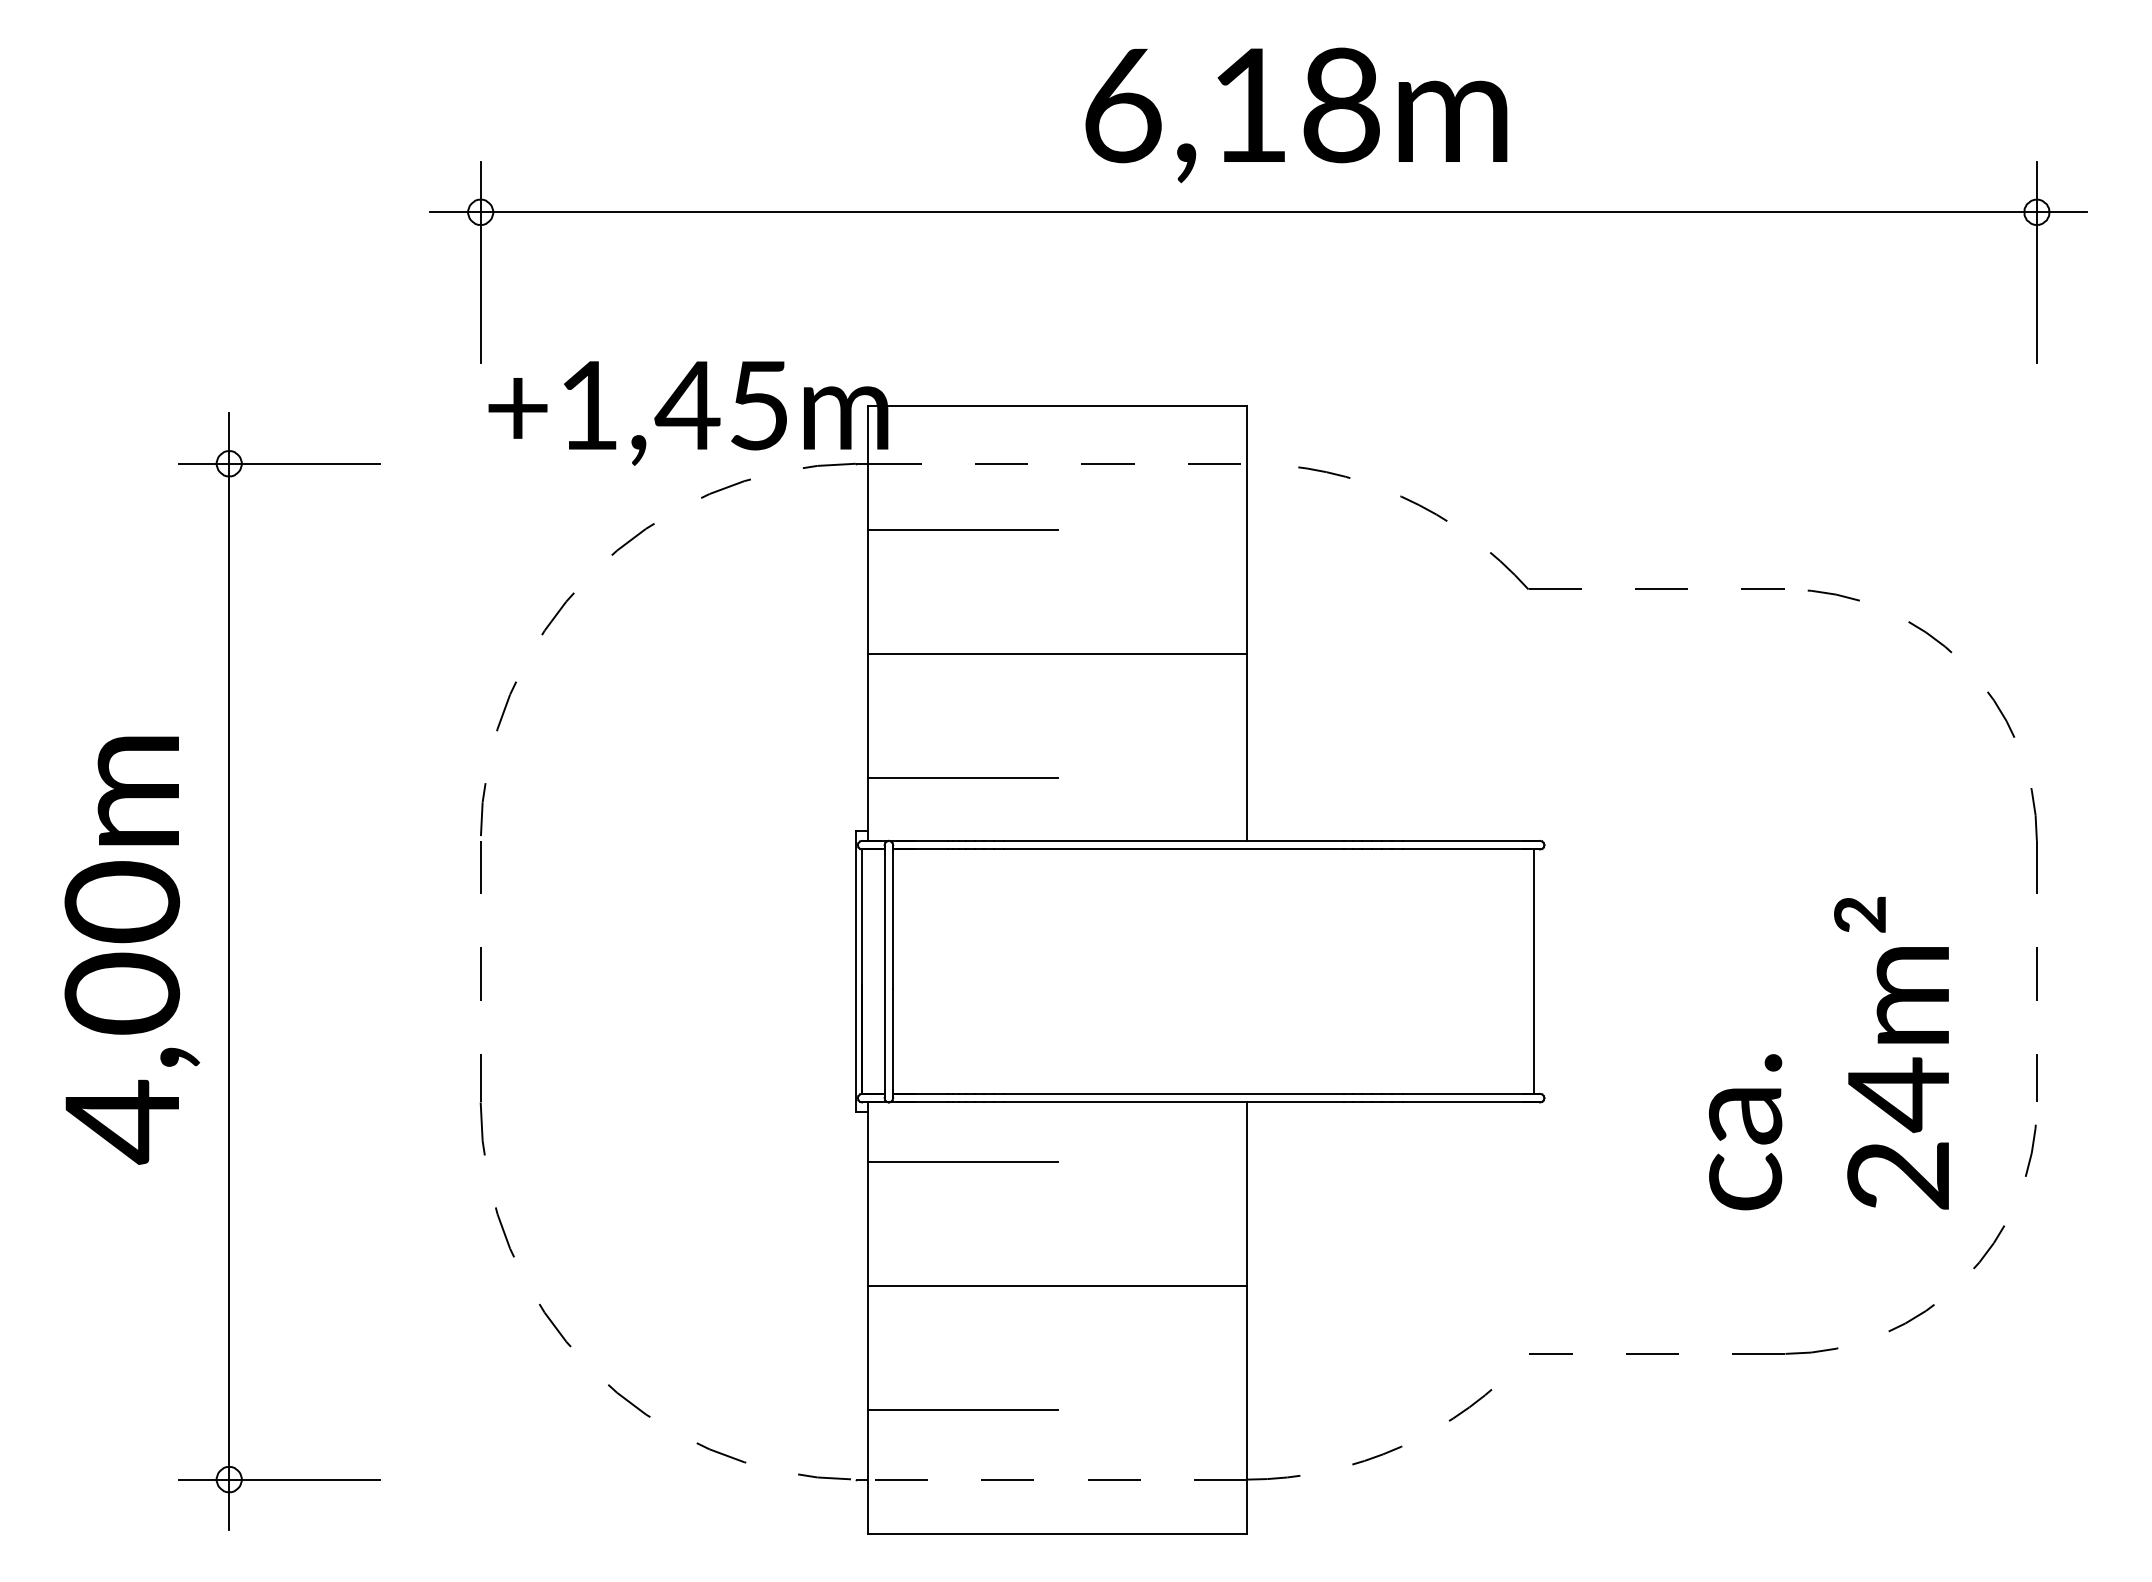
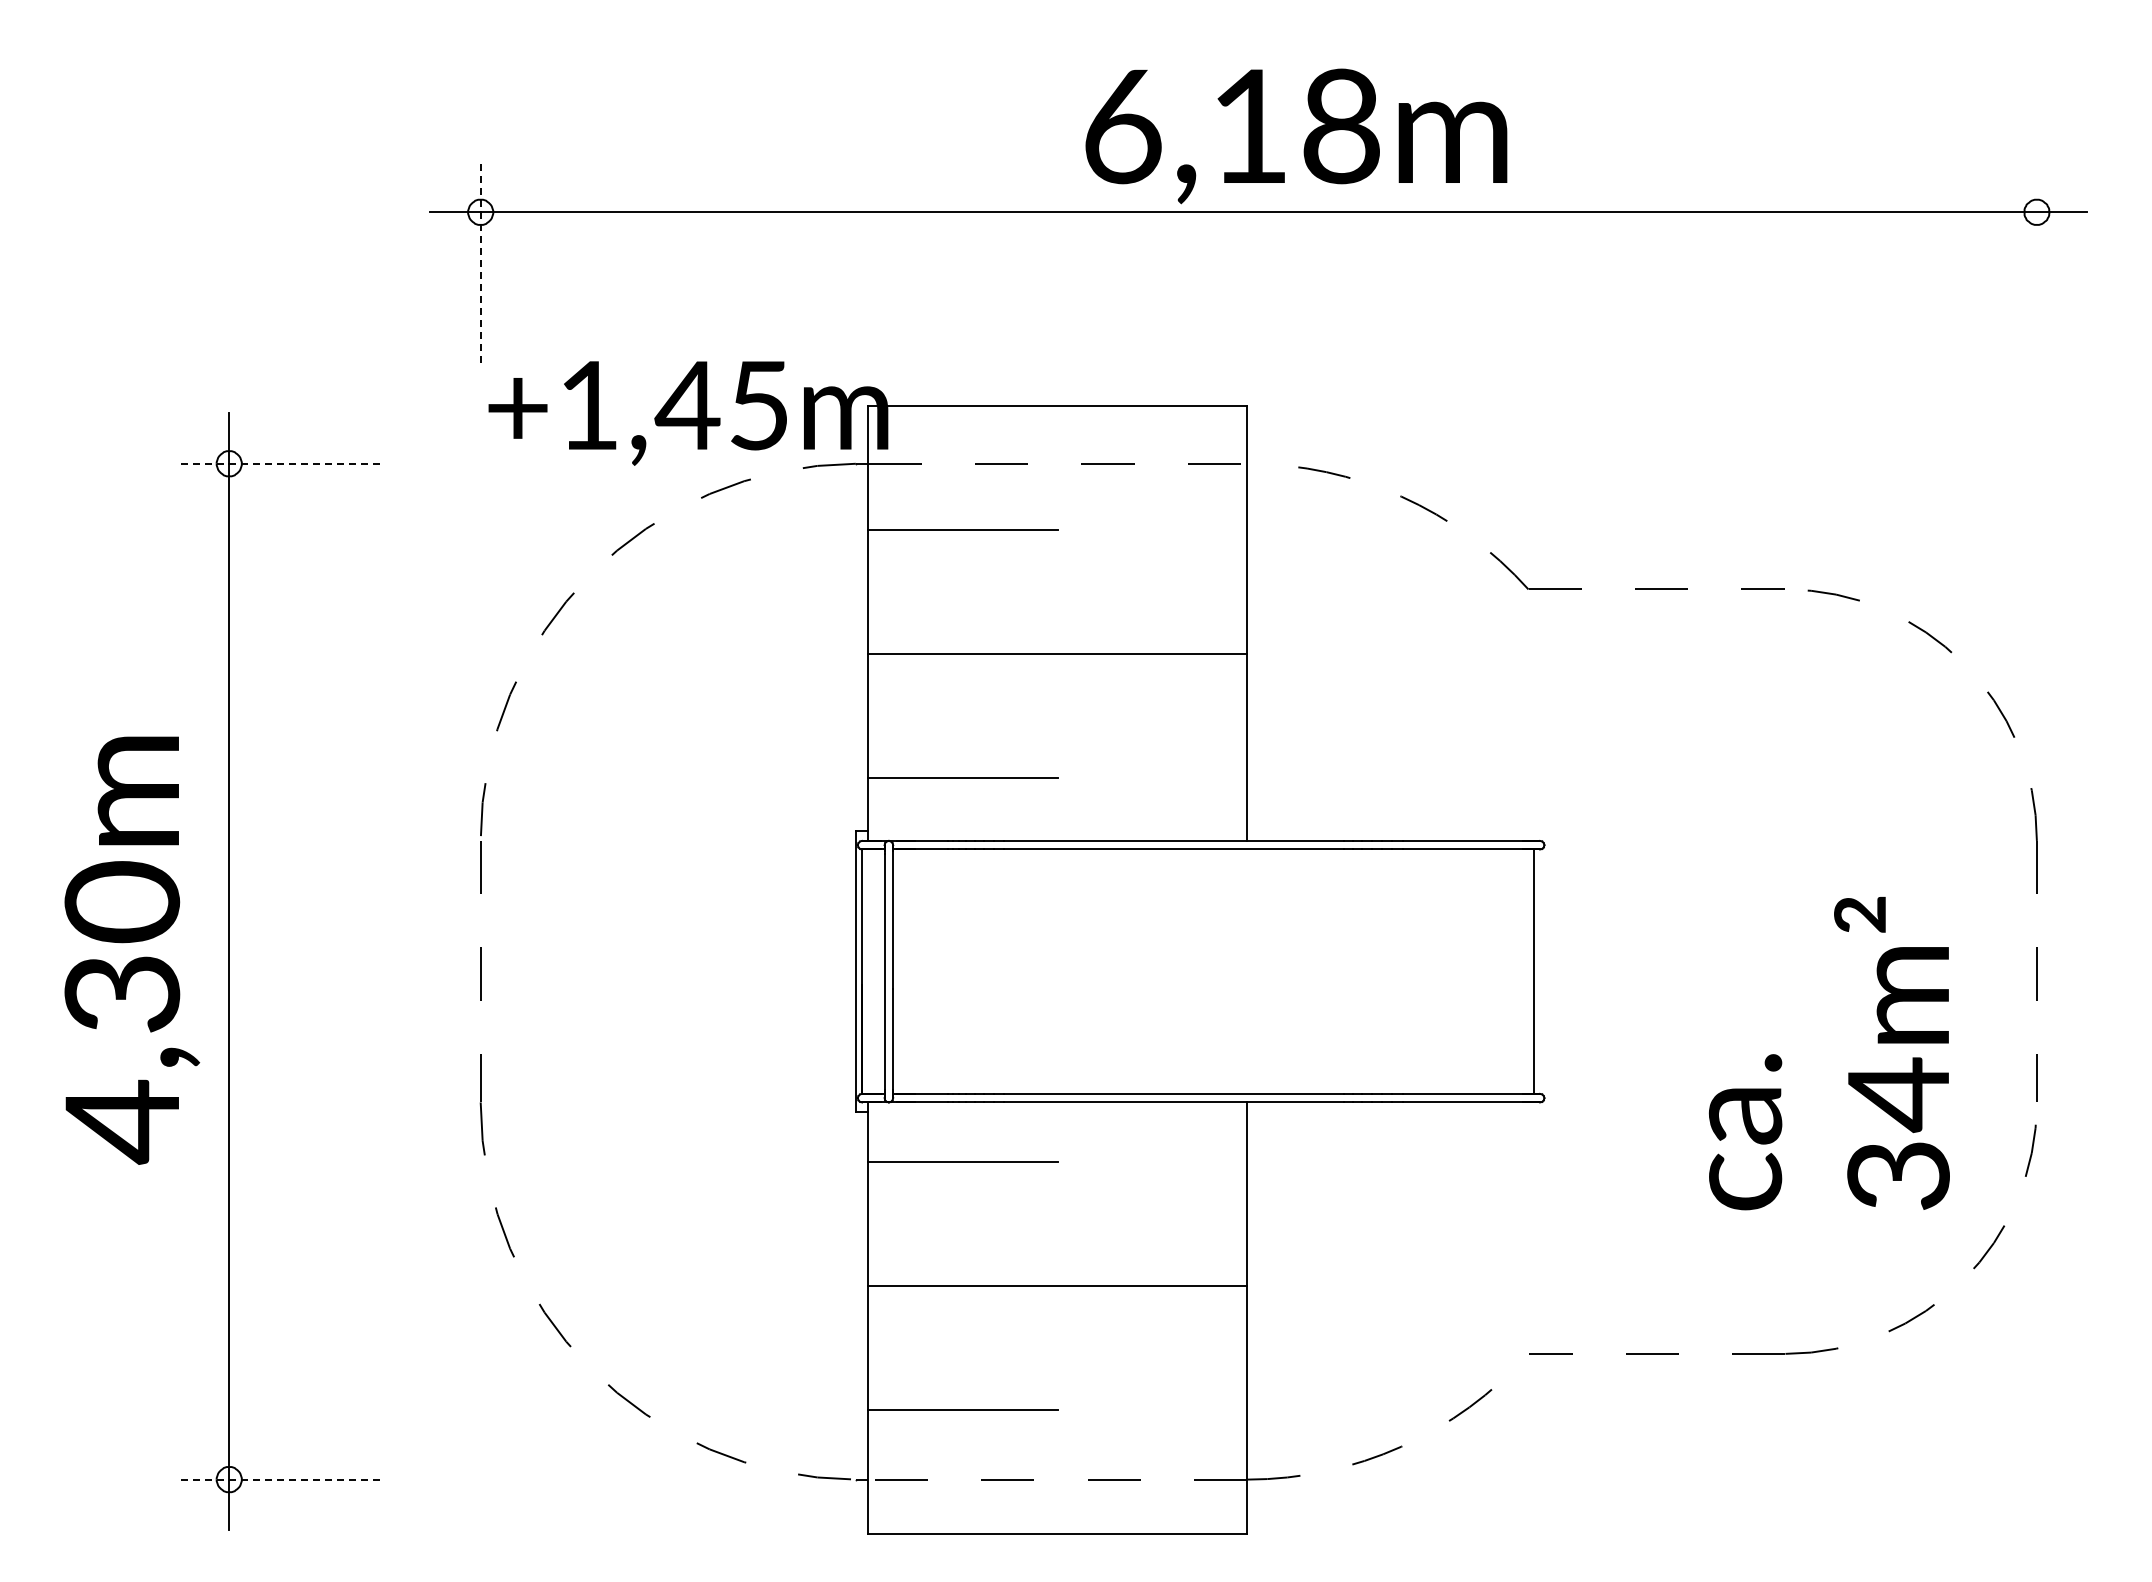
text at (1296, 115) position: (1296, 115) -> (1296, 136)
line at (480, 262): solid -> dashed
line at (2037, 262): present -> none
line at (279, 463): solid -> dashed
text at (122, 993): 4,00m -> 4,30m
text at (1898, 1175): 24m² -> 34m²
line at (279, 1479): solid -> dashed
